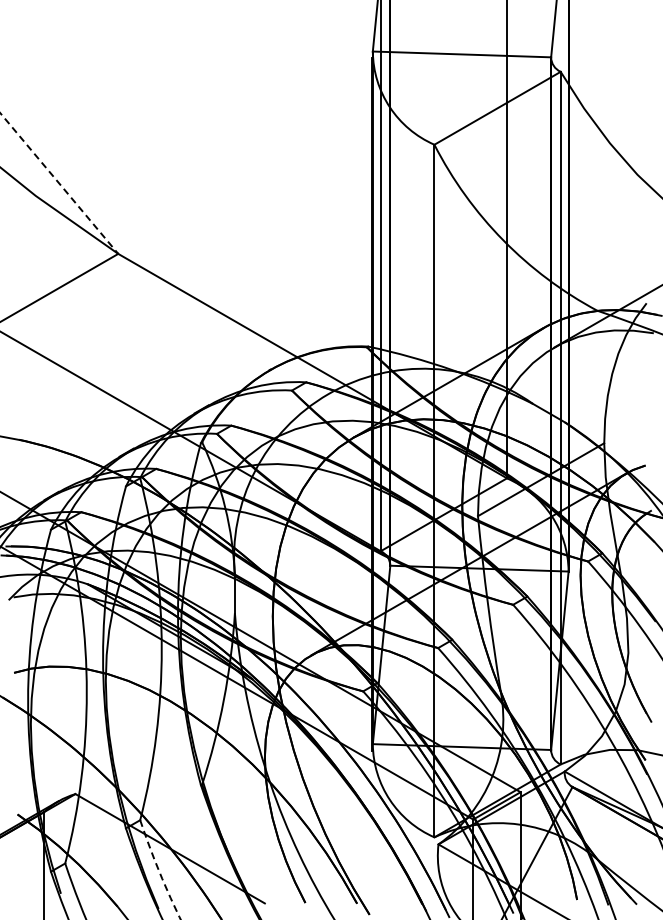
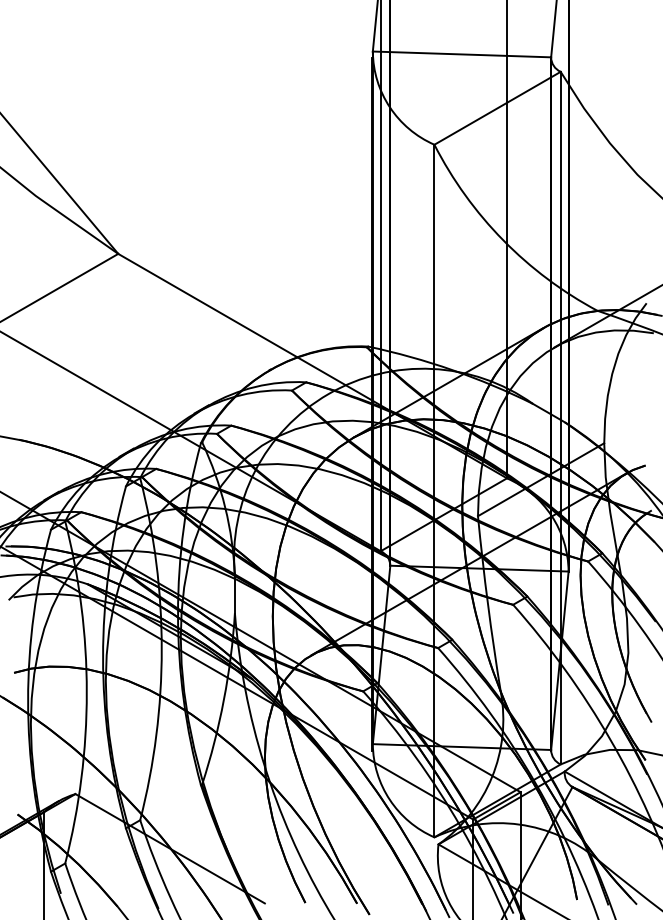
line at (59, 183): dashed -> solid
arc at (159, 871): dashed -> solid
